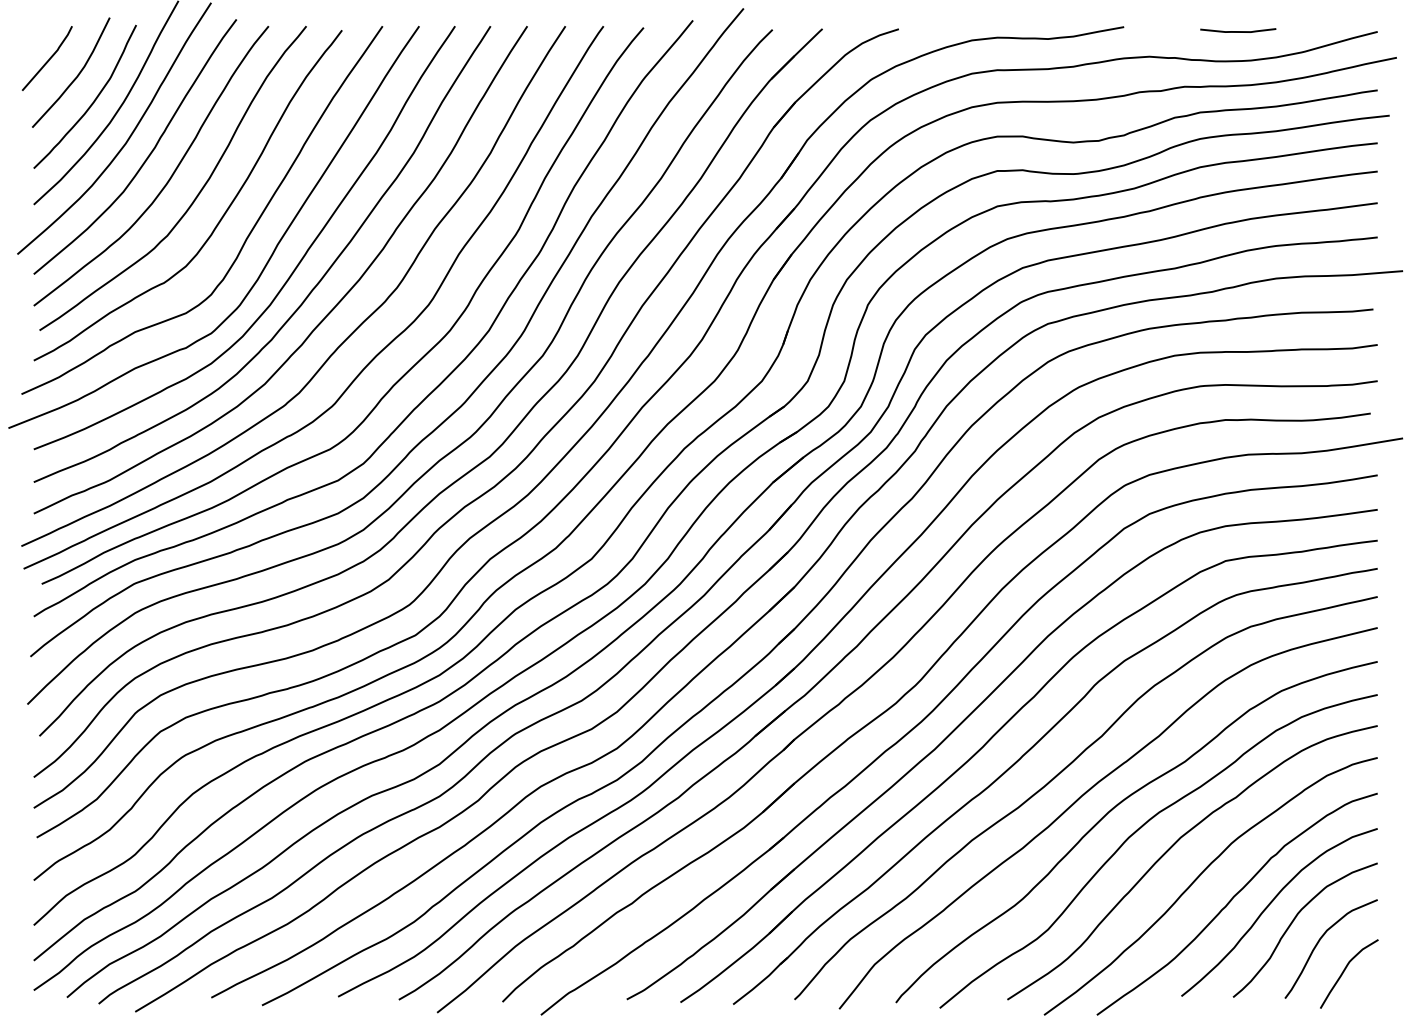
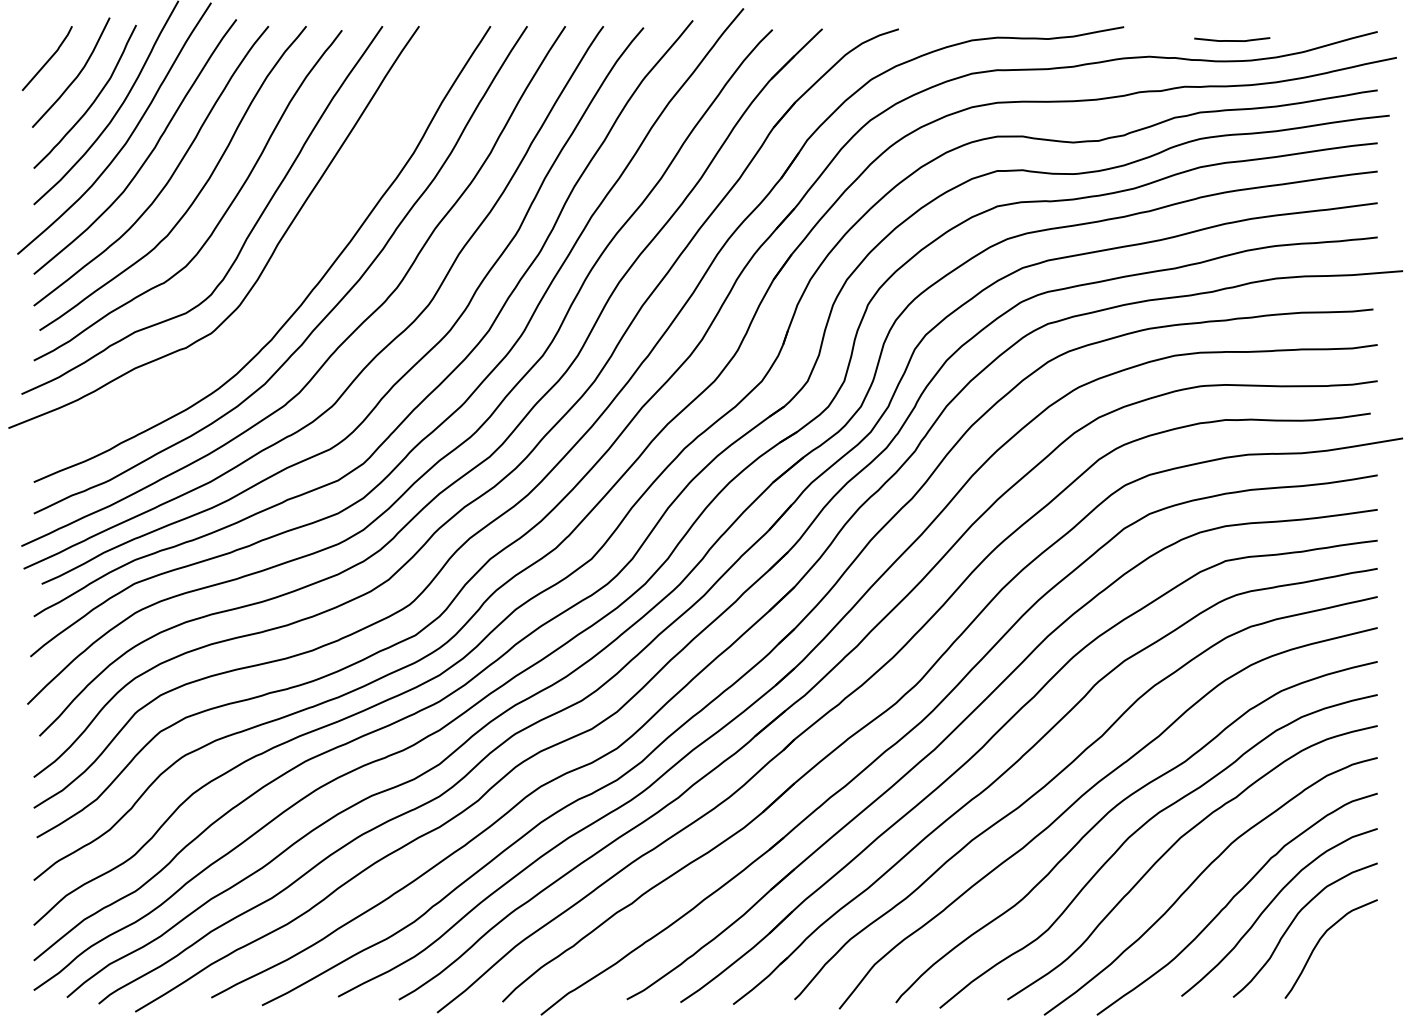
curve at (1238, 31) position: (1238, 31) -> (1232, 40)
curve at (292, 271): present -> none
curve at (1345, 970): present -> none
